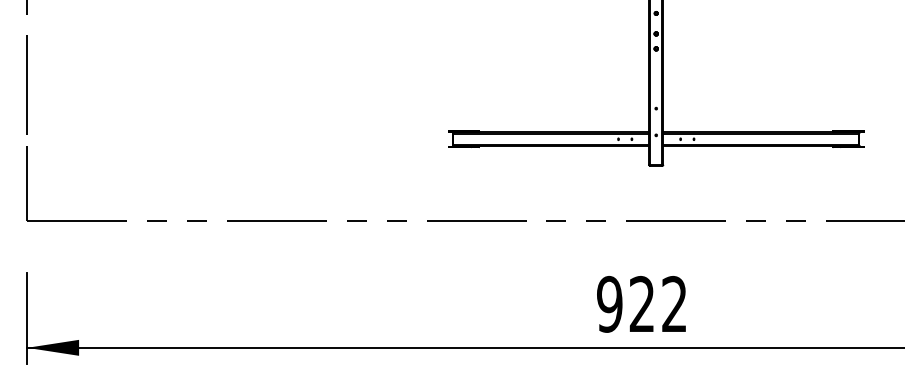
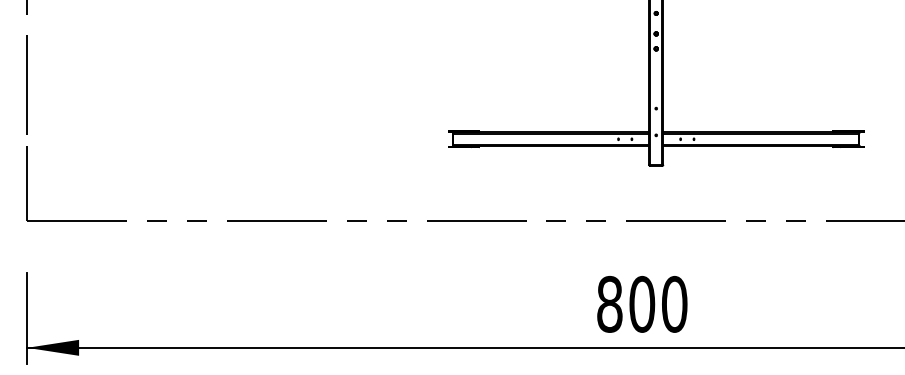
text at (642, 303): 922 -> 800
